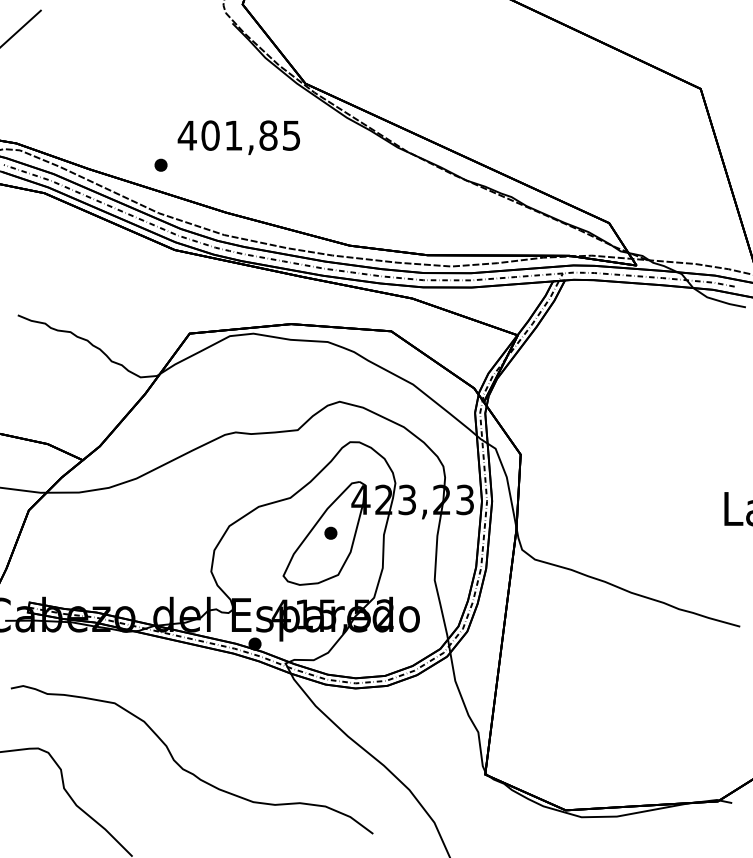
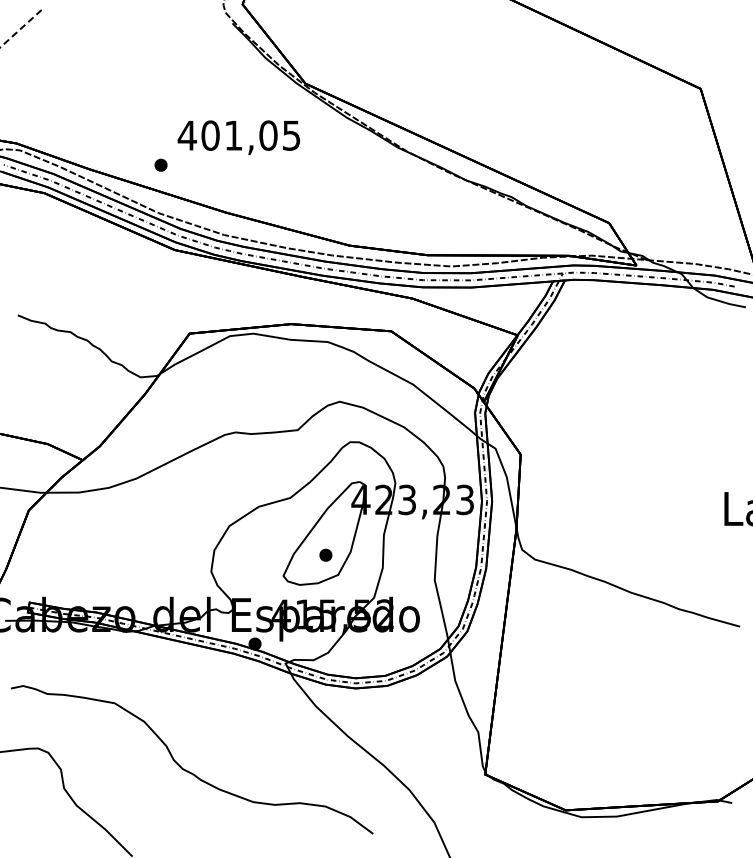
line at (20, 28): solid -> dashed
text at (268, 135): 401,85 -> 401,05
part at (330, 532) position: (330, 532) -> (325, 554)
